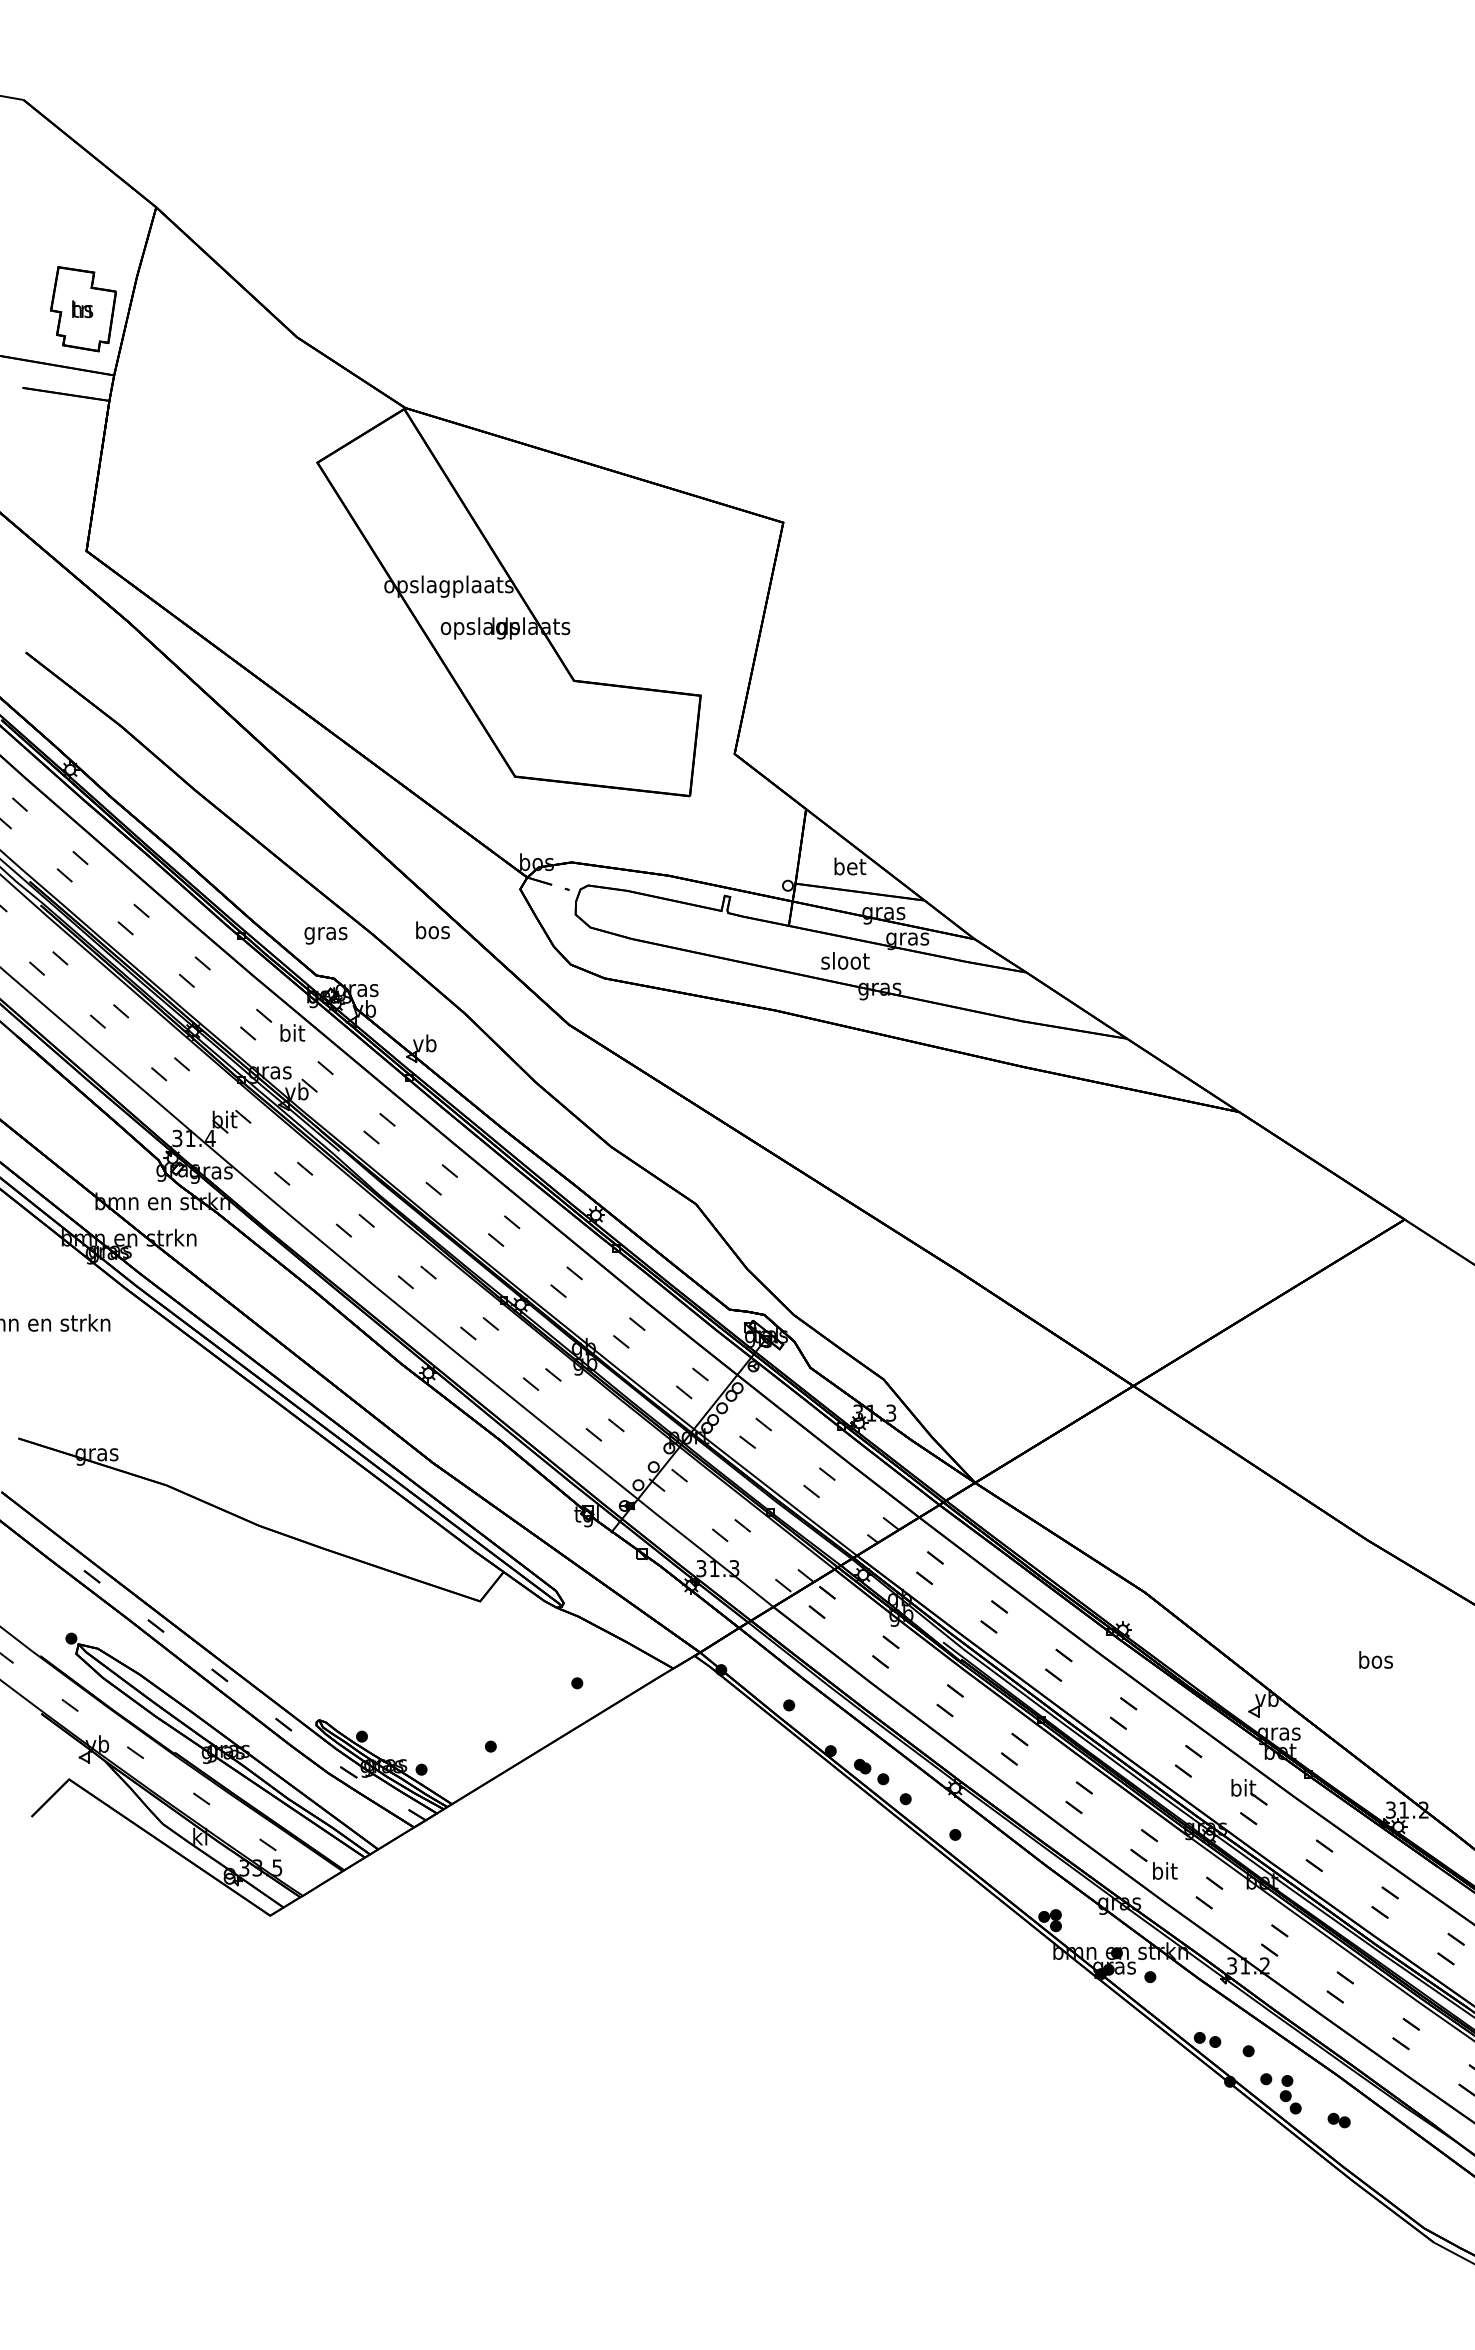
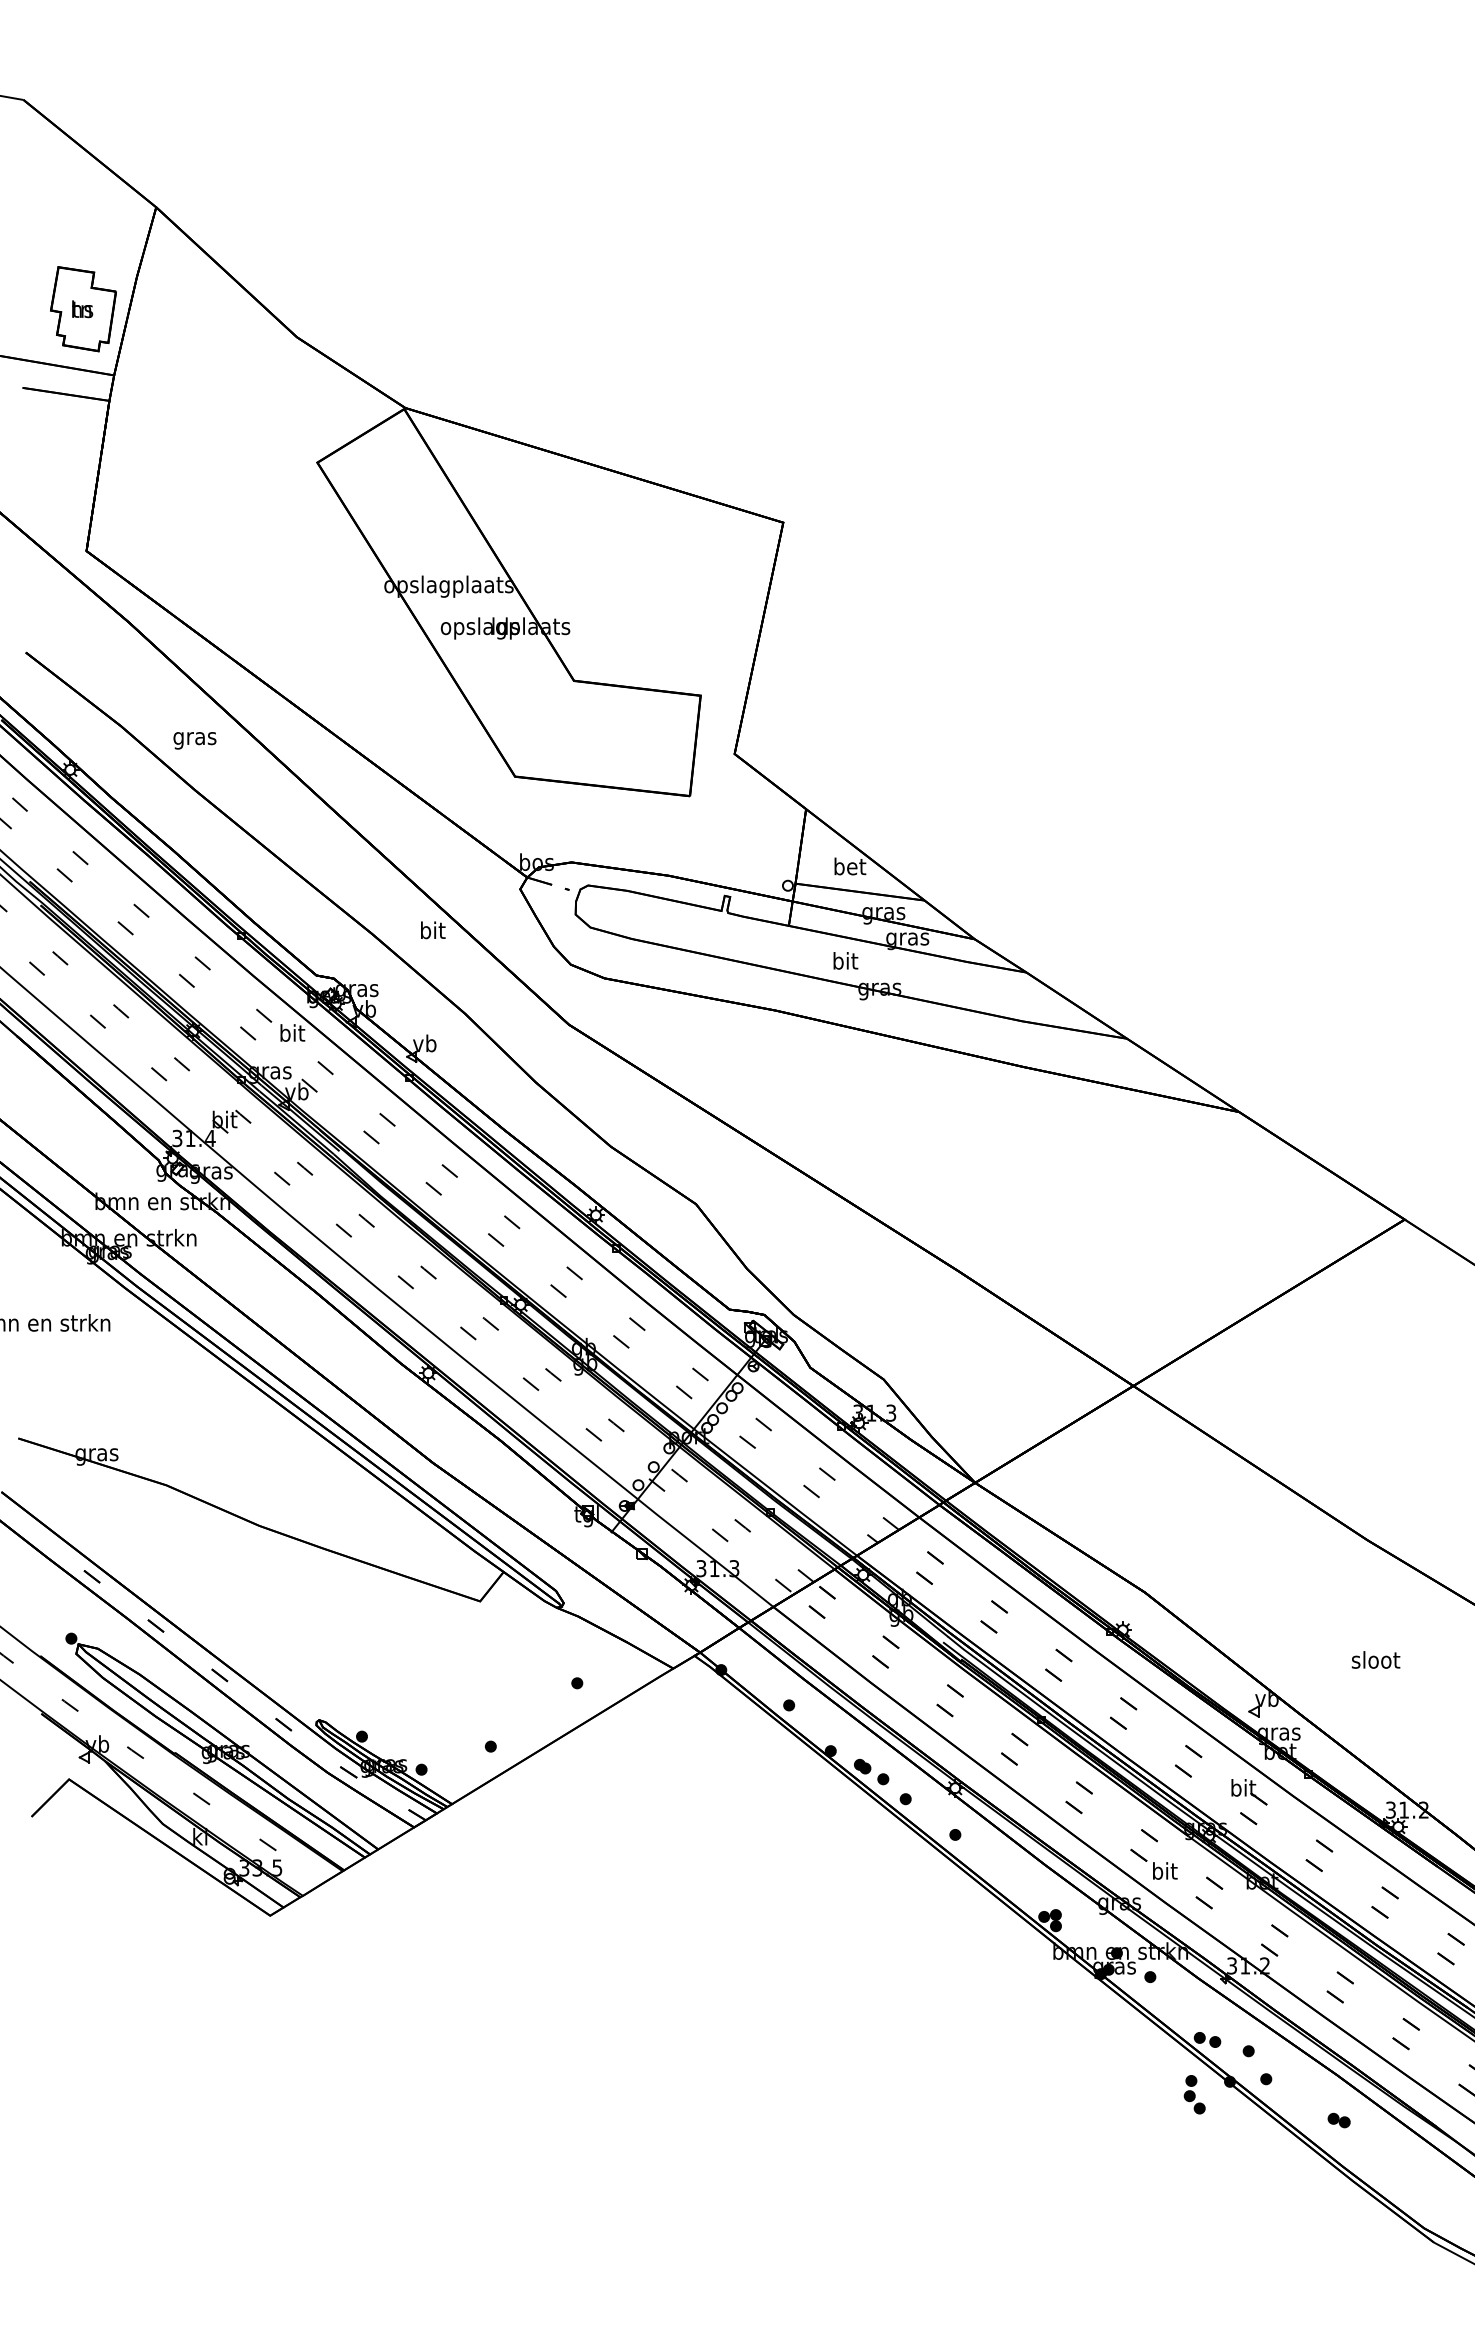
text at (432, 930): bos -> bit
text at (325, 935) position: (325, 935) -> (194, 740)
text at (845, 960): sloot -> bit
text at (1375, 1659): bos -> sloot
part at (1290, 2094) position: (1290, 2094) -> (1194, 2094)
